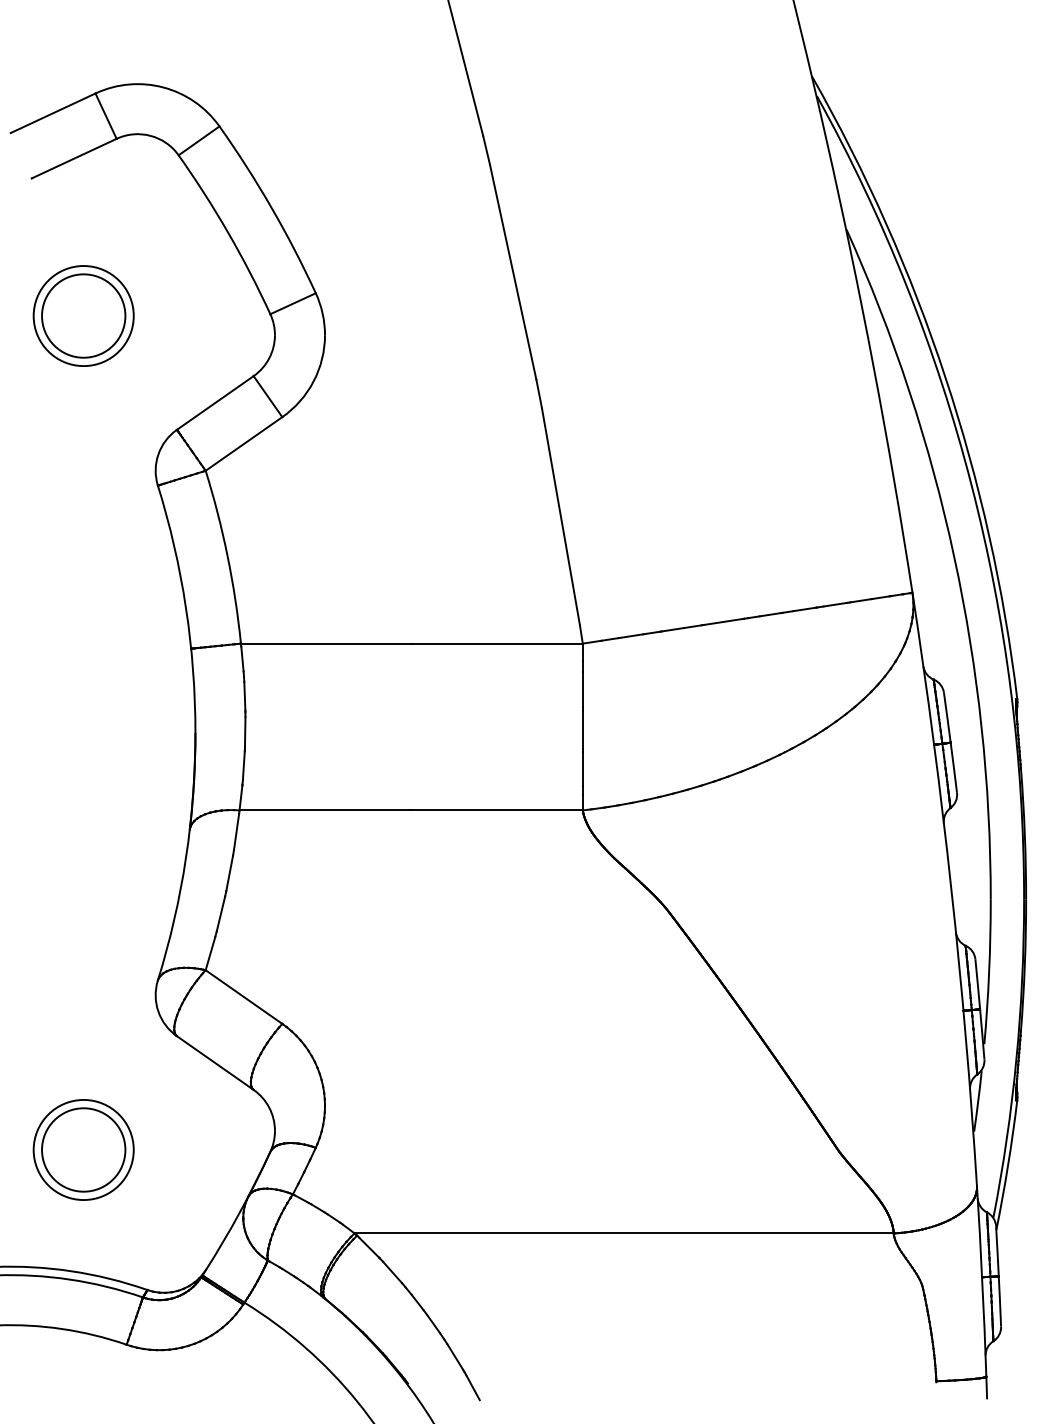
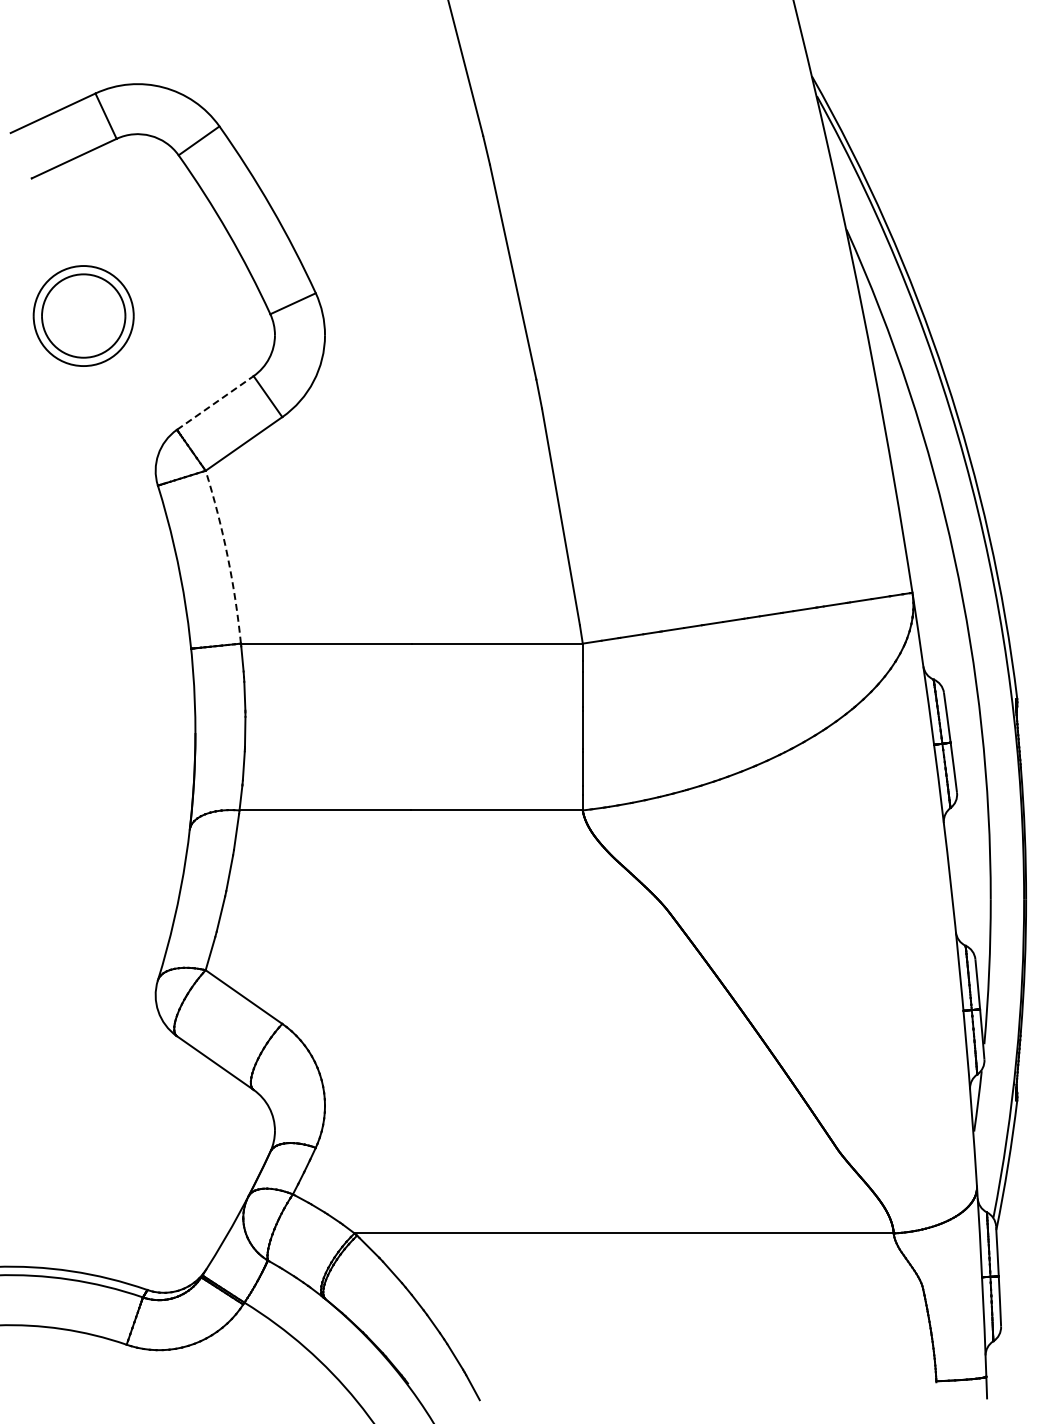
line at (215, 402): solid -> dashed
arc at (227, 556): solid -> dashed
part at (83, 1149): present -> none
